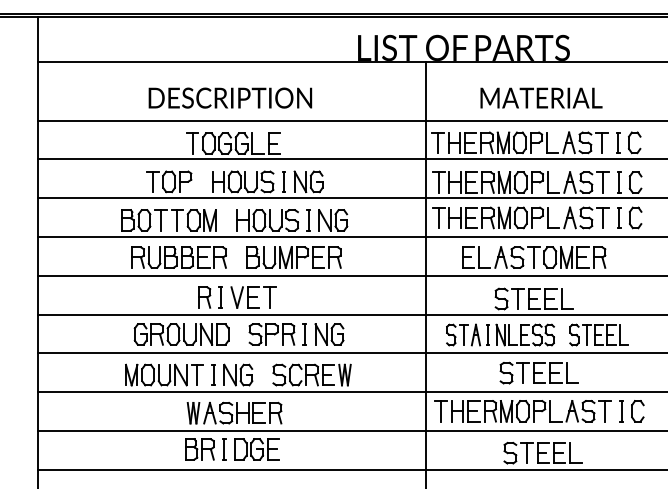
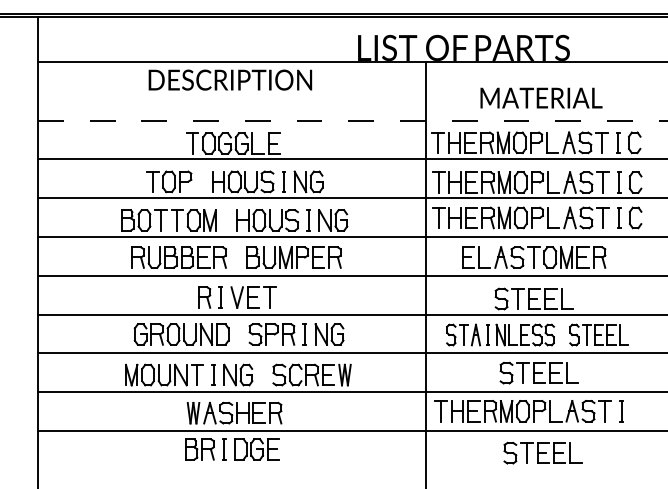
text at (230, 97) position: (230, 97) -> (230, 79)
line at (352, 120): solid -> dashed
part at (637, 411): present -> none
line at (350, 469): present -> none
